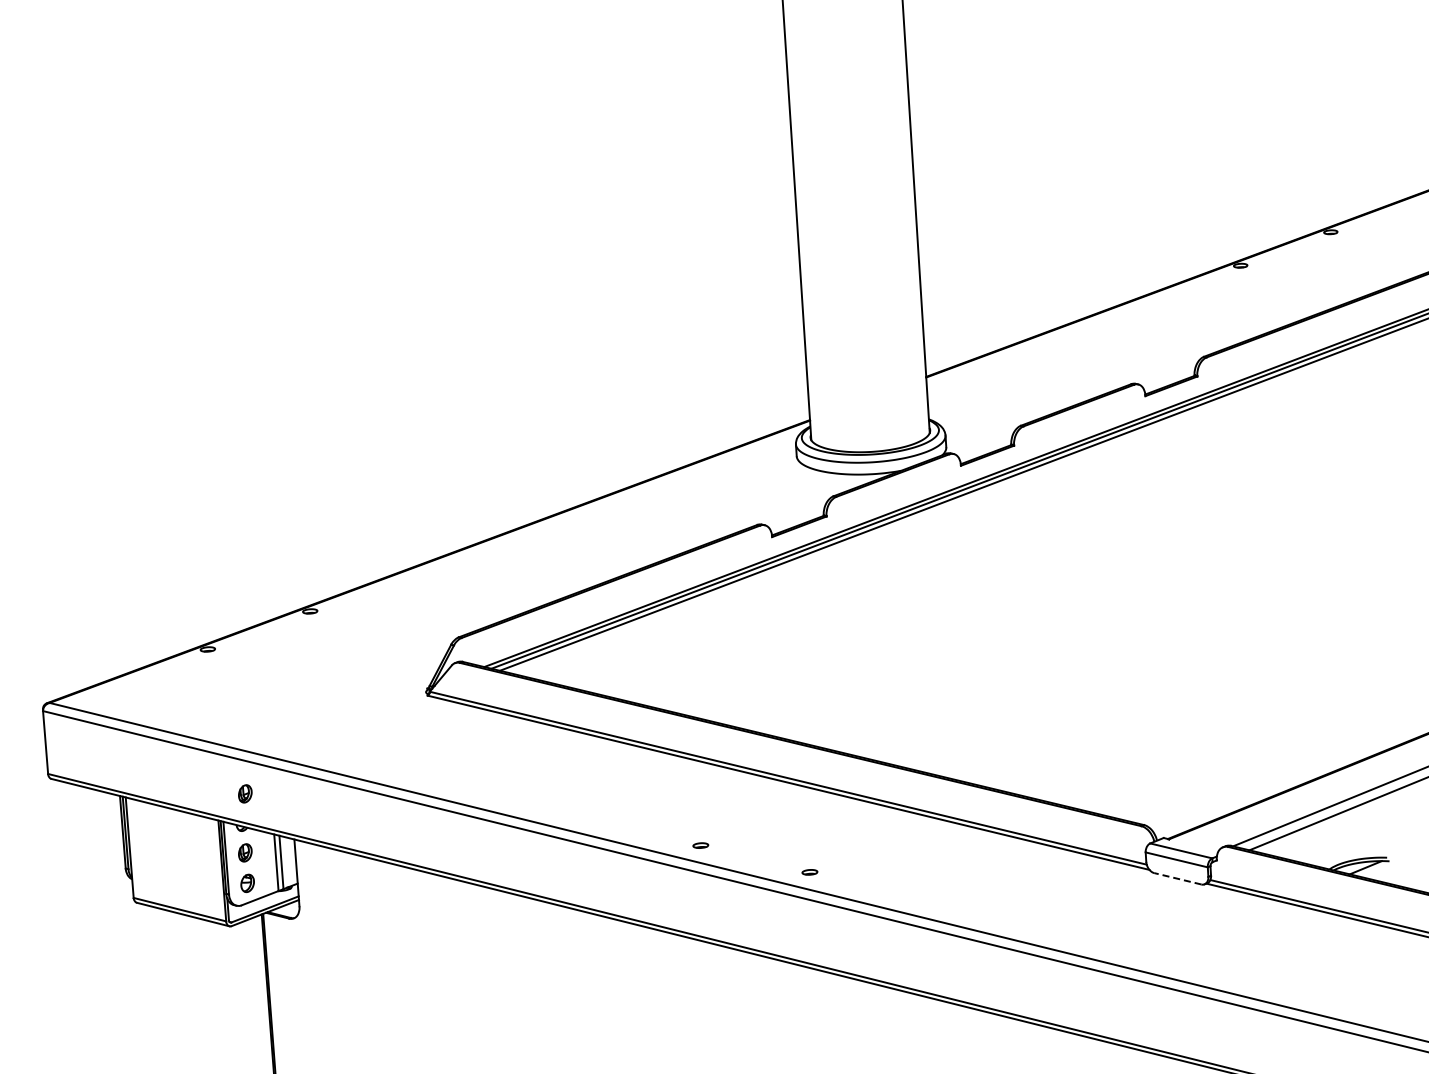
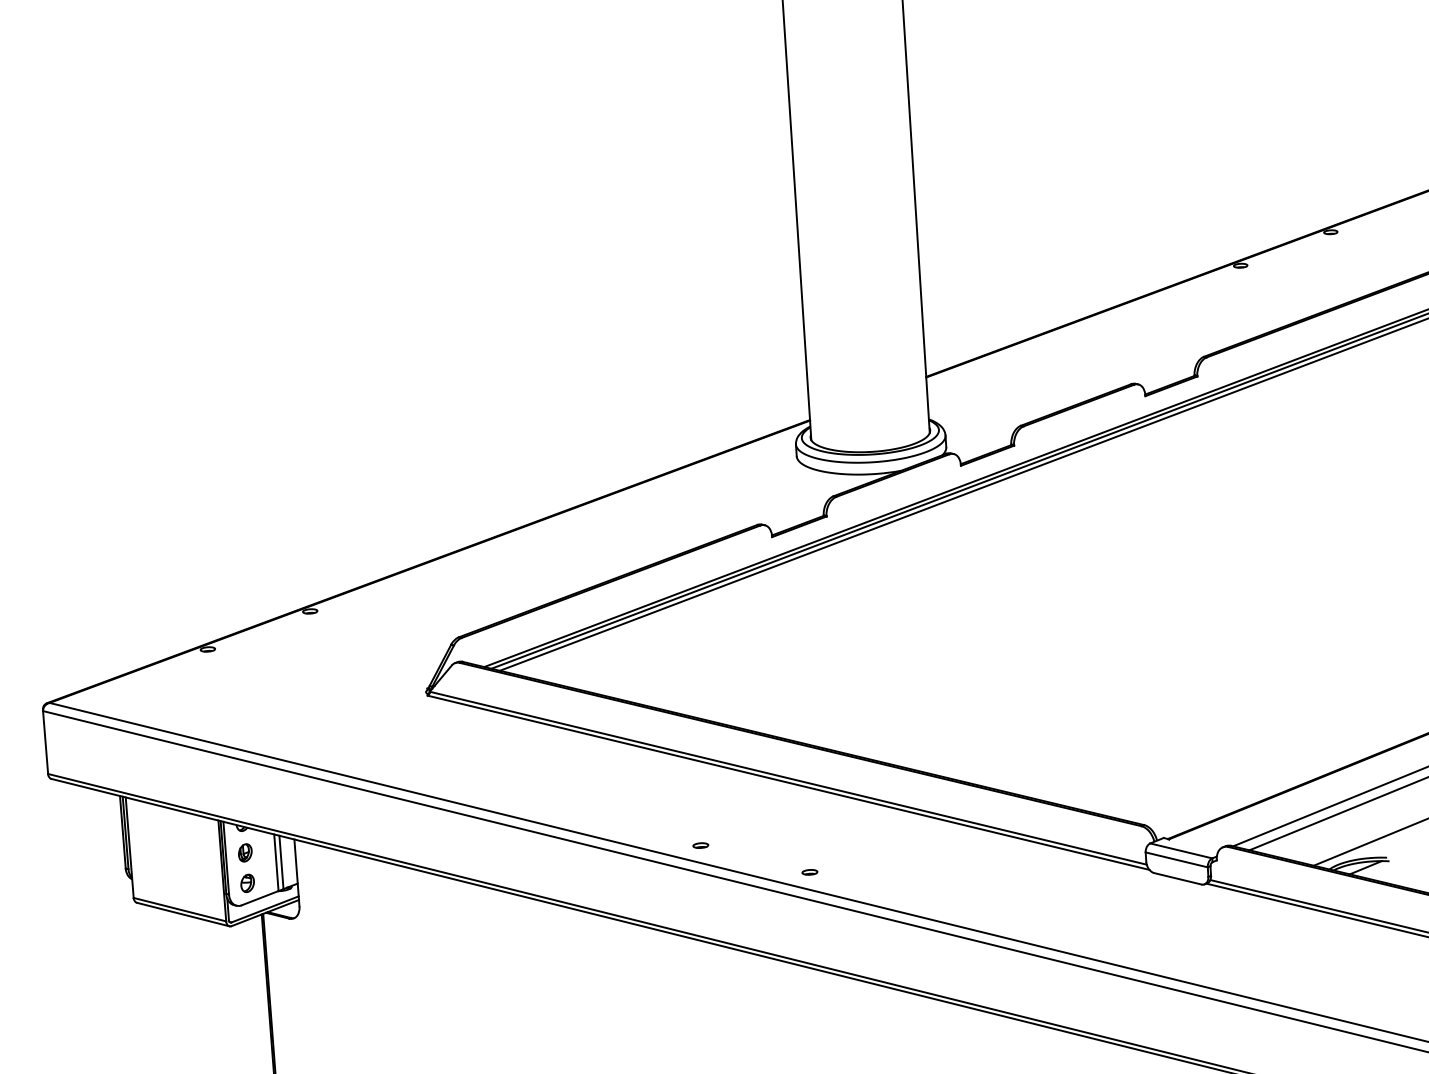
part at (245, 793): present -> none
line at (1369, 842): none -> present
line at (1177, 878): dashed -> solid
